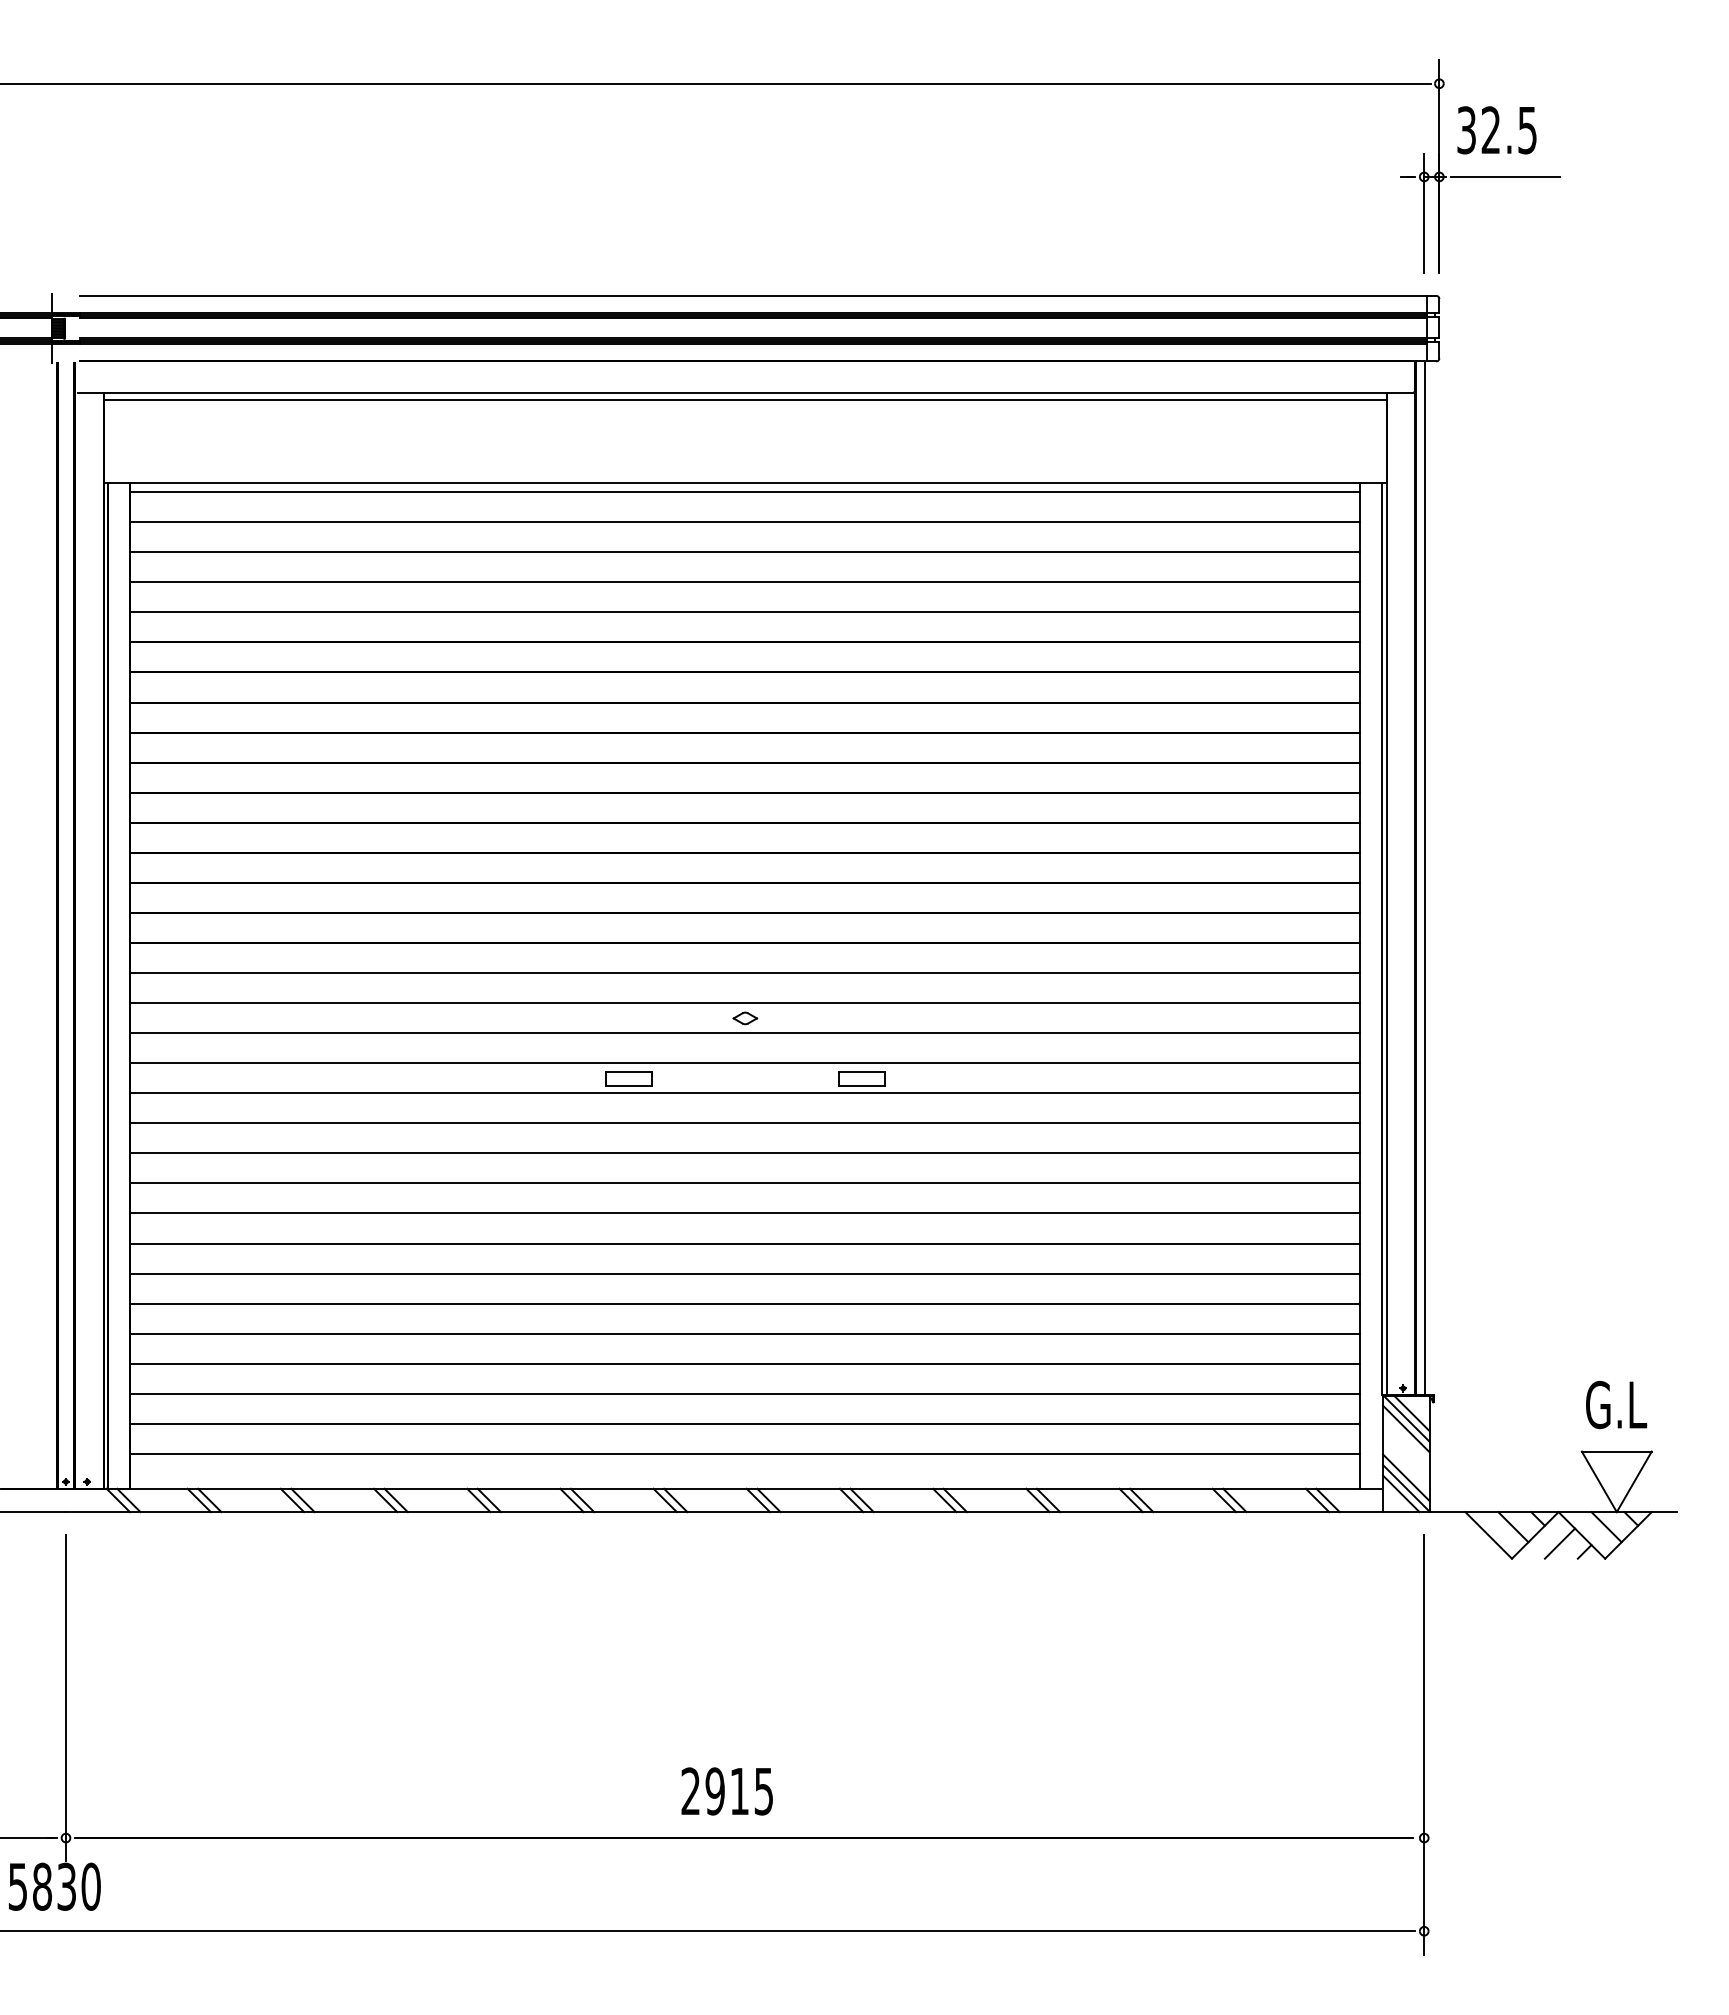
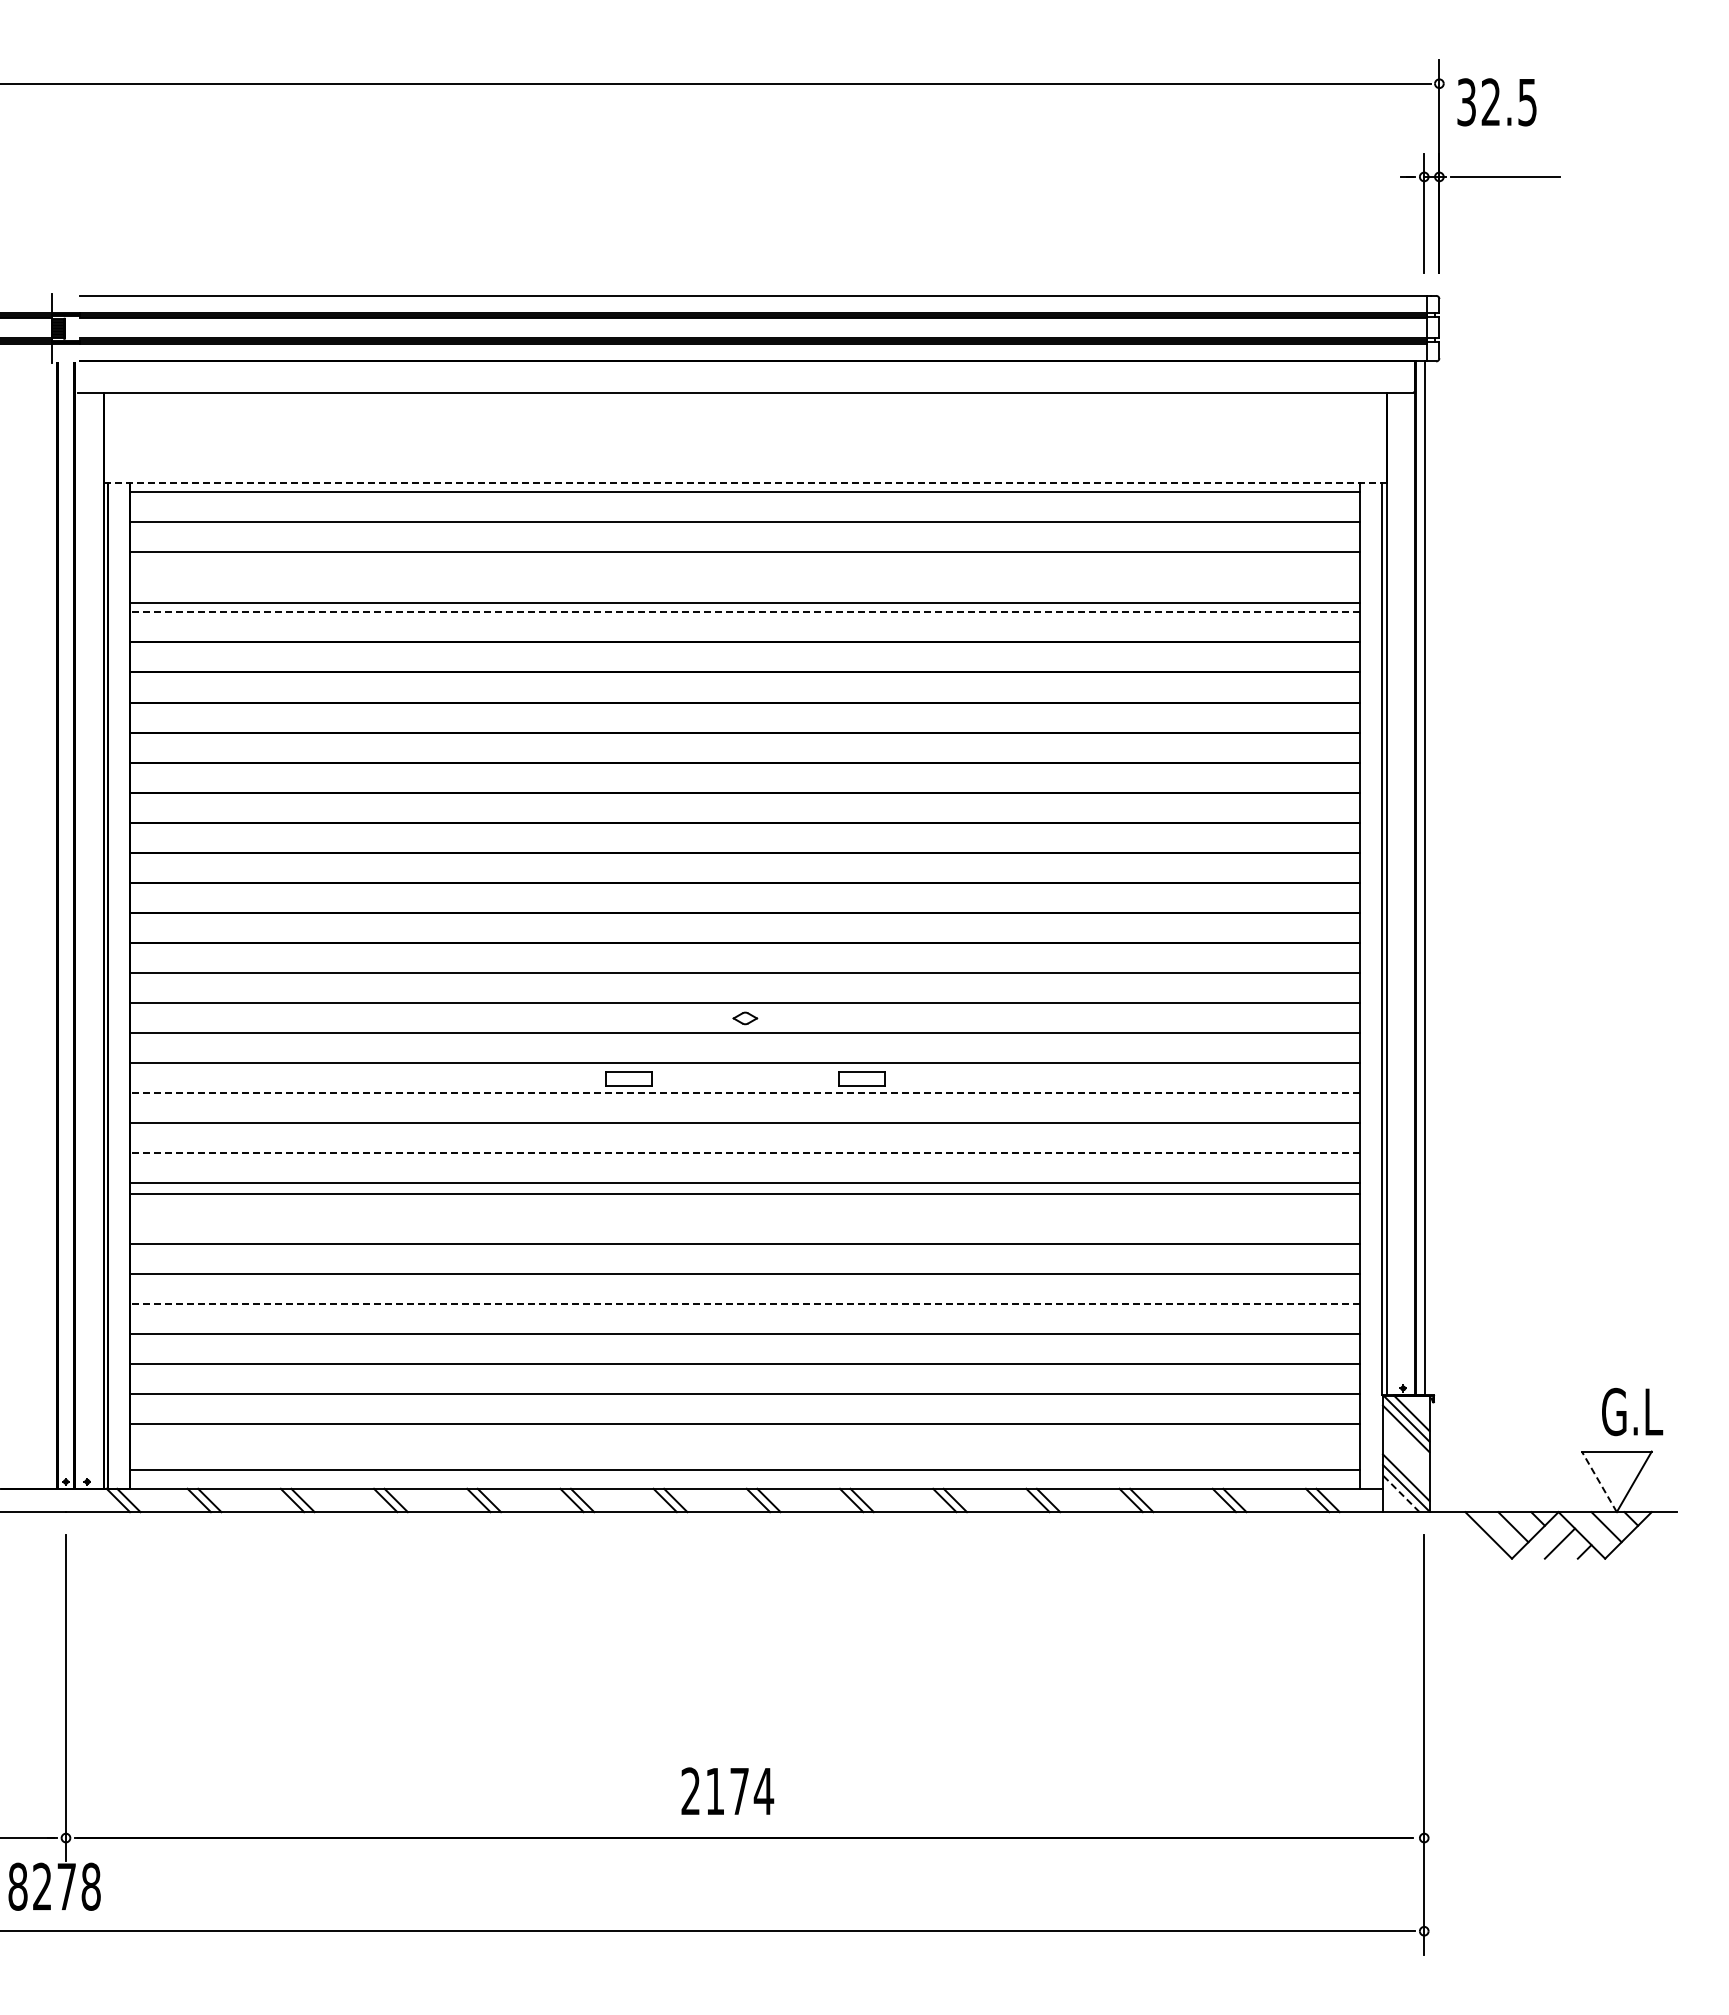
text at (1496, 130) position: (1496, 130) -> (1496, 102)
line at (745, 399): present -> none
line at (744, 482): solid -> dashed
line at (745, 582) position: (745, 582) -> (745, 603)
line at (744, 612): solid -> dashed
line at (744, 1093): solid -> dashed
line at (744, 1153): solid -> dashed
line at (745, 1213) position: (745, 1213) -> (745, 1194)
line at (744, 1303): solid -> dashed
text at (1616, 1405) position: (1616, 1405) -> (1632, 1412)
line at (745, 1453) position: (745, 1453) -> (745, 1469)
line at (1599, 1481): solid -> dashed
line at (1401, 1493): solid -> dashed
text at (739, 1791): 2915 -> 2174
text at (54, 1886): 5830 -> 8278
